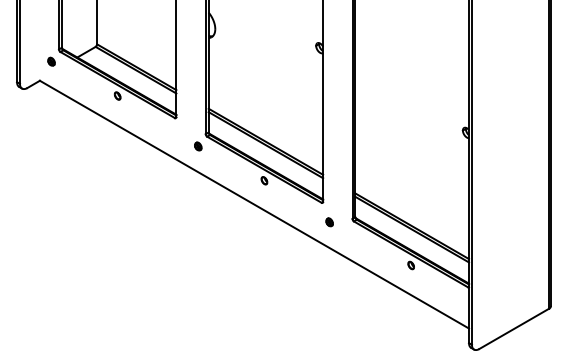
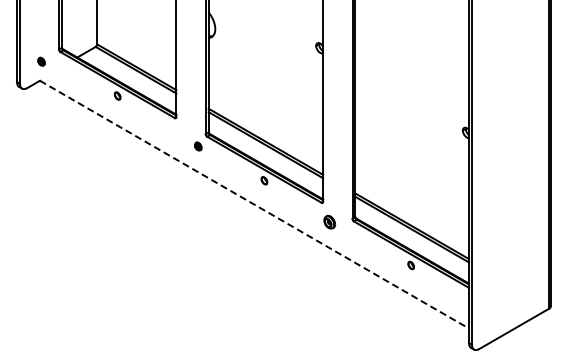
part at (51, 61) position: (51, 61) -> (41, 61)
line at (254, 204): solid -> dashed
part at (329, 222) size: 9x11 px -> 14x16 px
